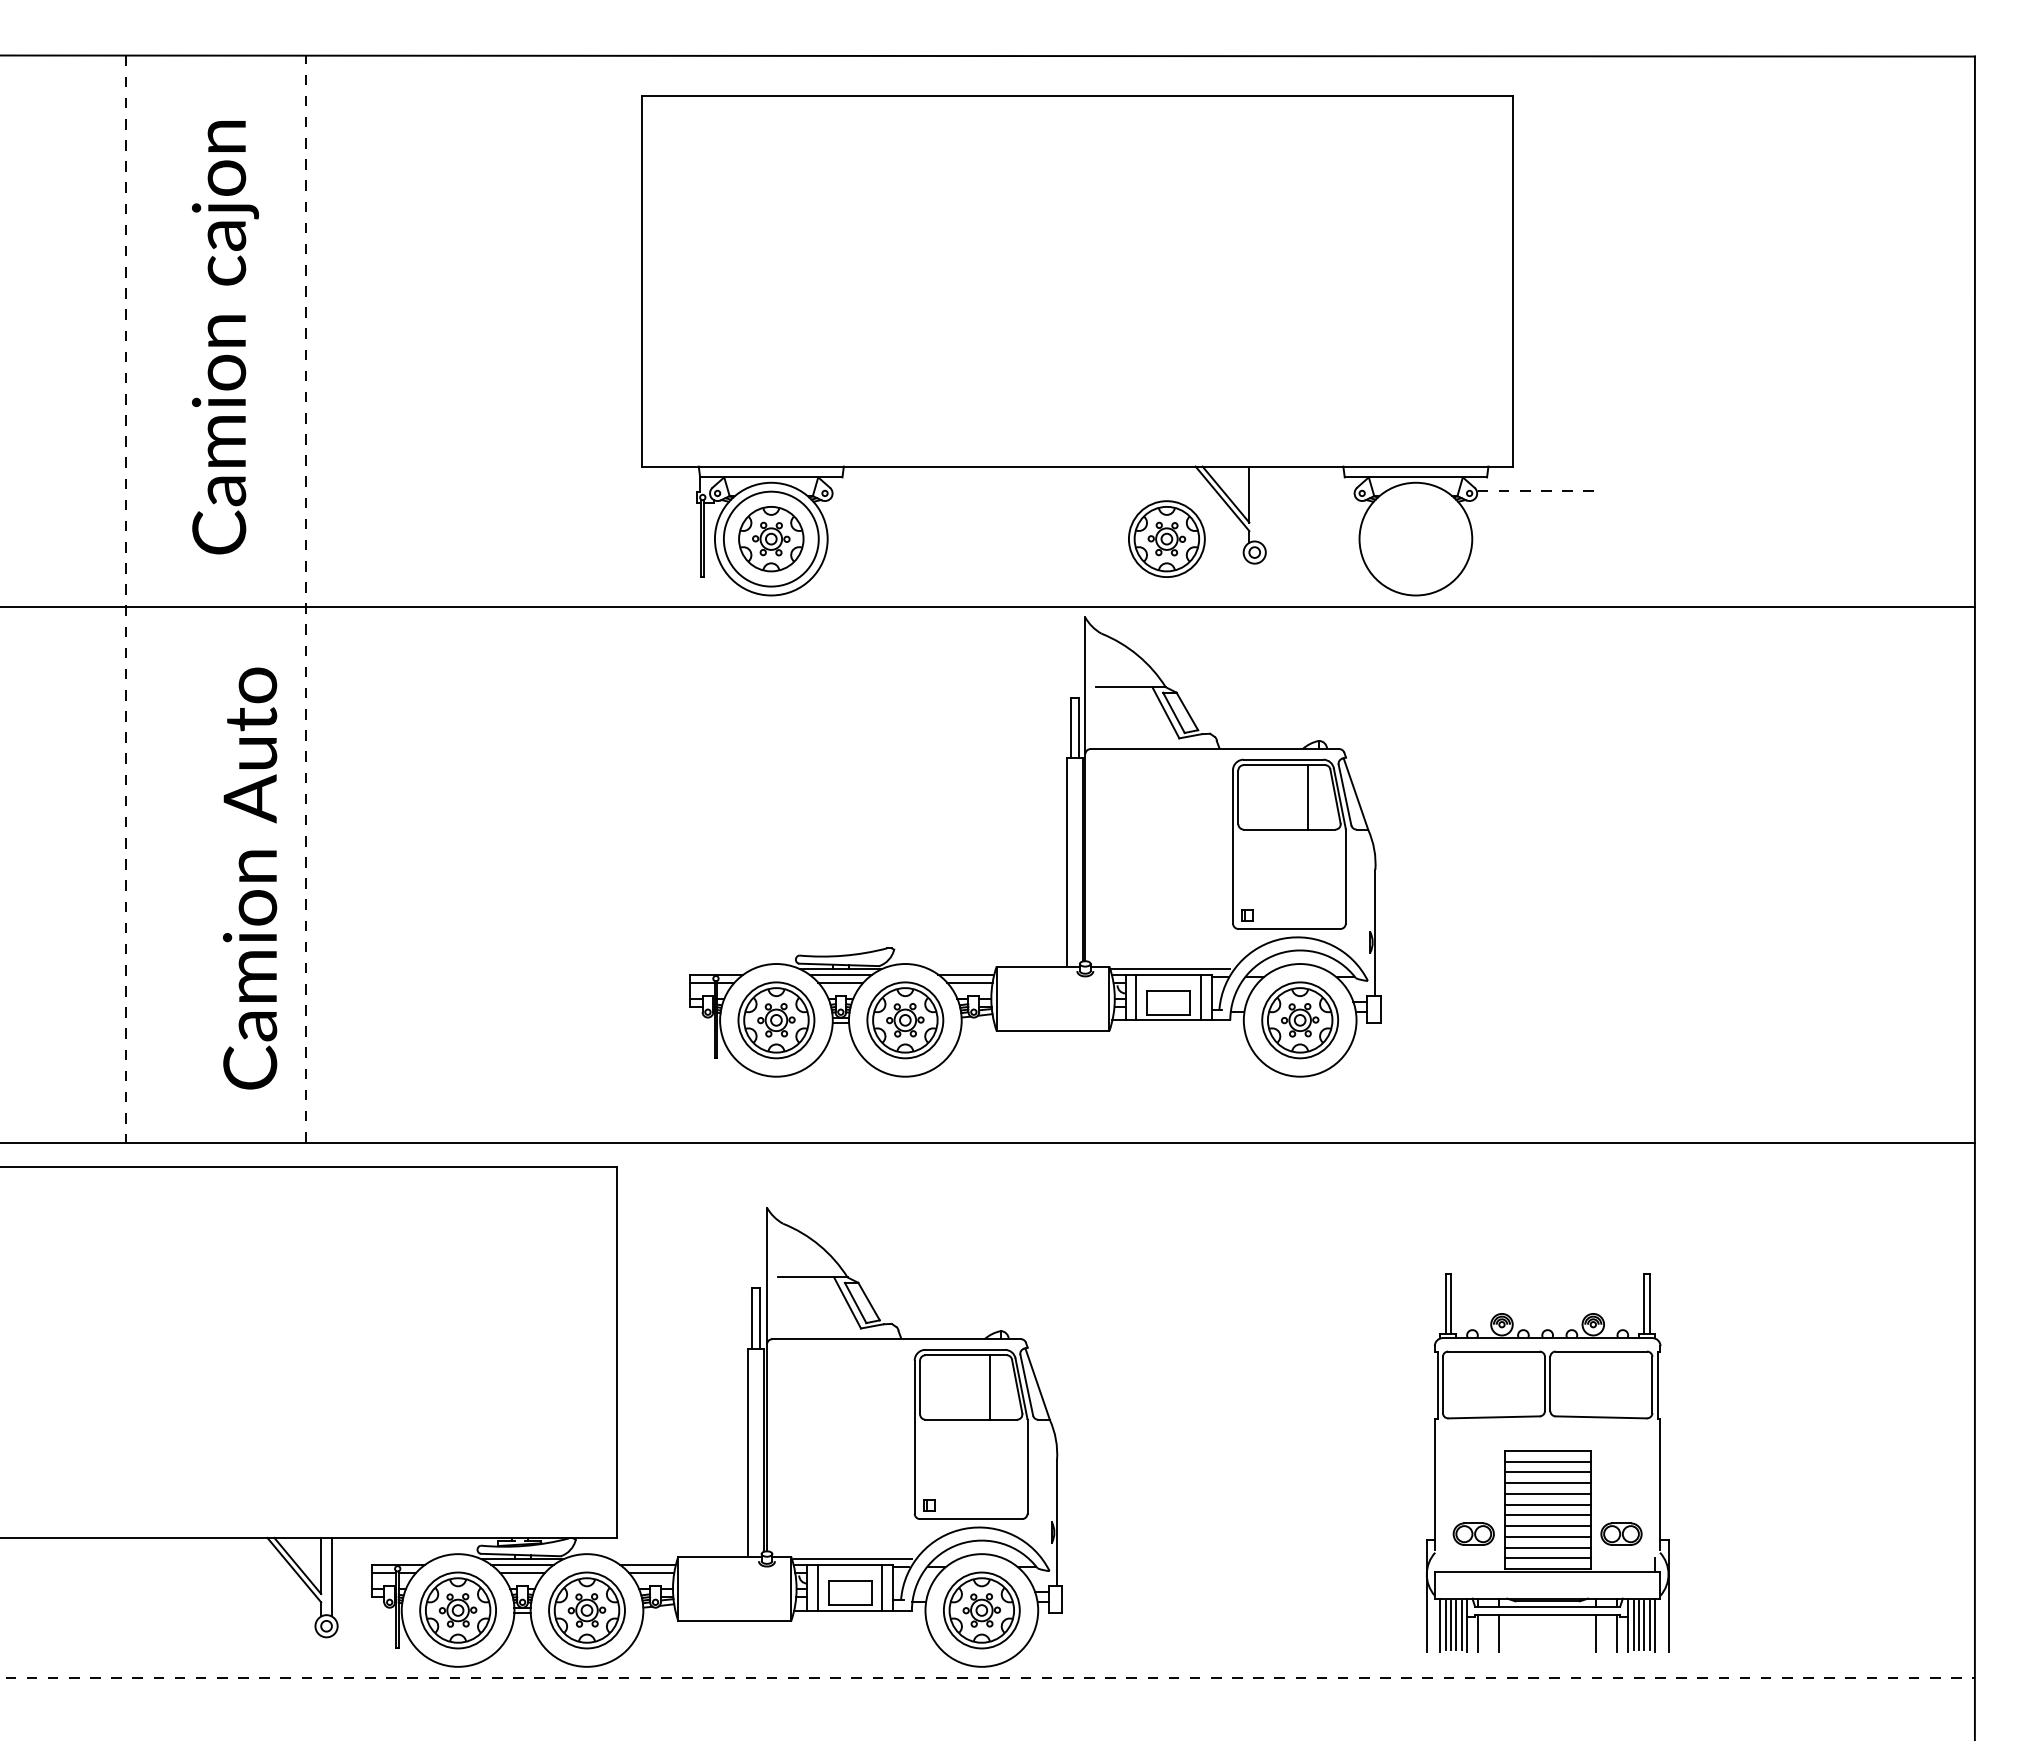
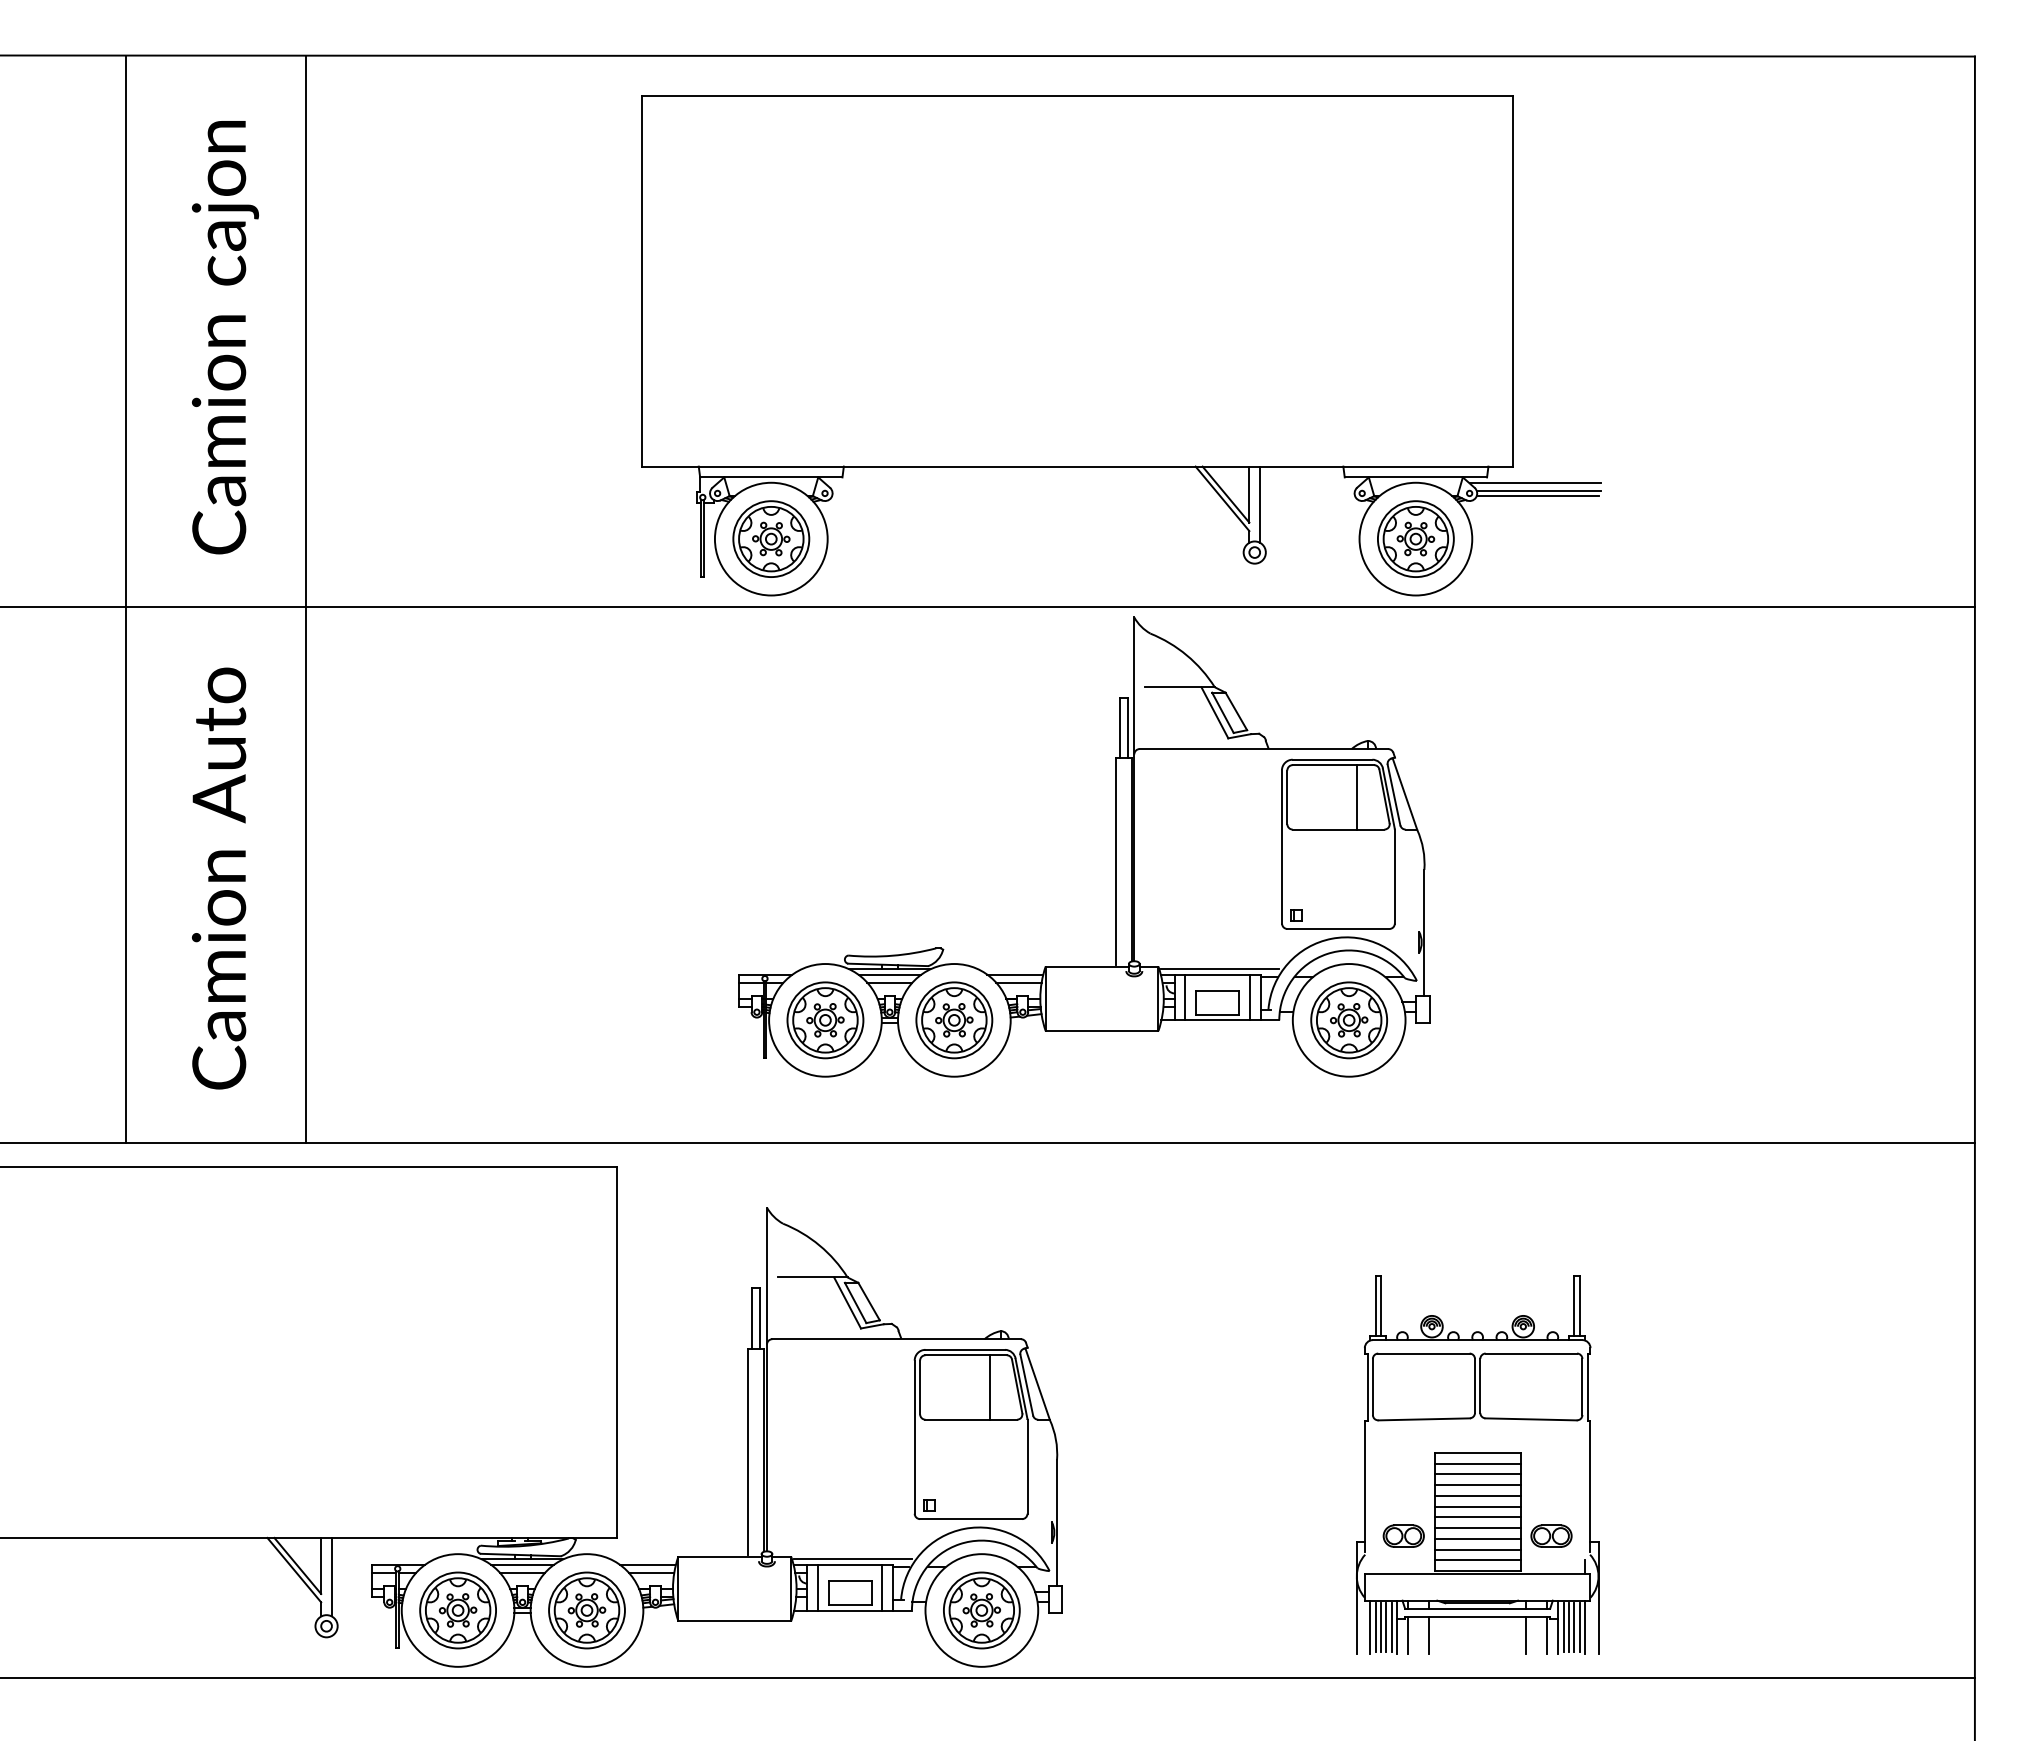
line at (1535, 482): none -> present
line at (1539, 490): dashed -> solid
line at (1537, 496): none -> present
line at (1260, 504): none -> present
circle at (770, 538) diameter: 95 px -> 76 px
part at (1166, 538) position: (1166, 538) -> (1415, 538)
line at (306, 598): dashed -> solid
line at (126, 599): dashed -> solid
part at (1066, 846) position: (1066, 846) -> (1115, 846)
text at (250, 878) position: (250, 878) -> (219, 878)
part at (1547, 1462) position: (1547, 1462) -> (1477, 1464)
line at (988, 1677): dashed -> solid
